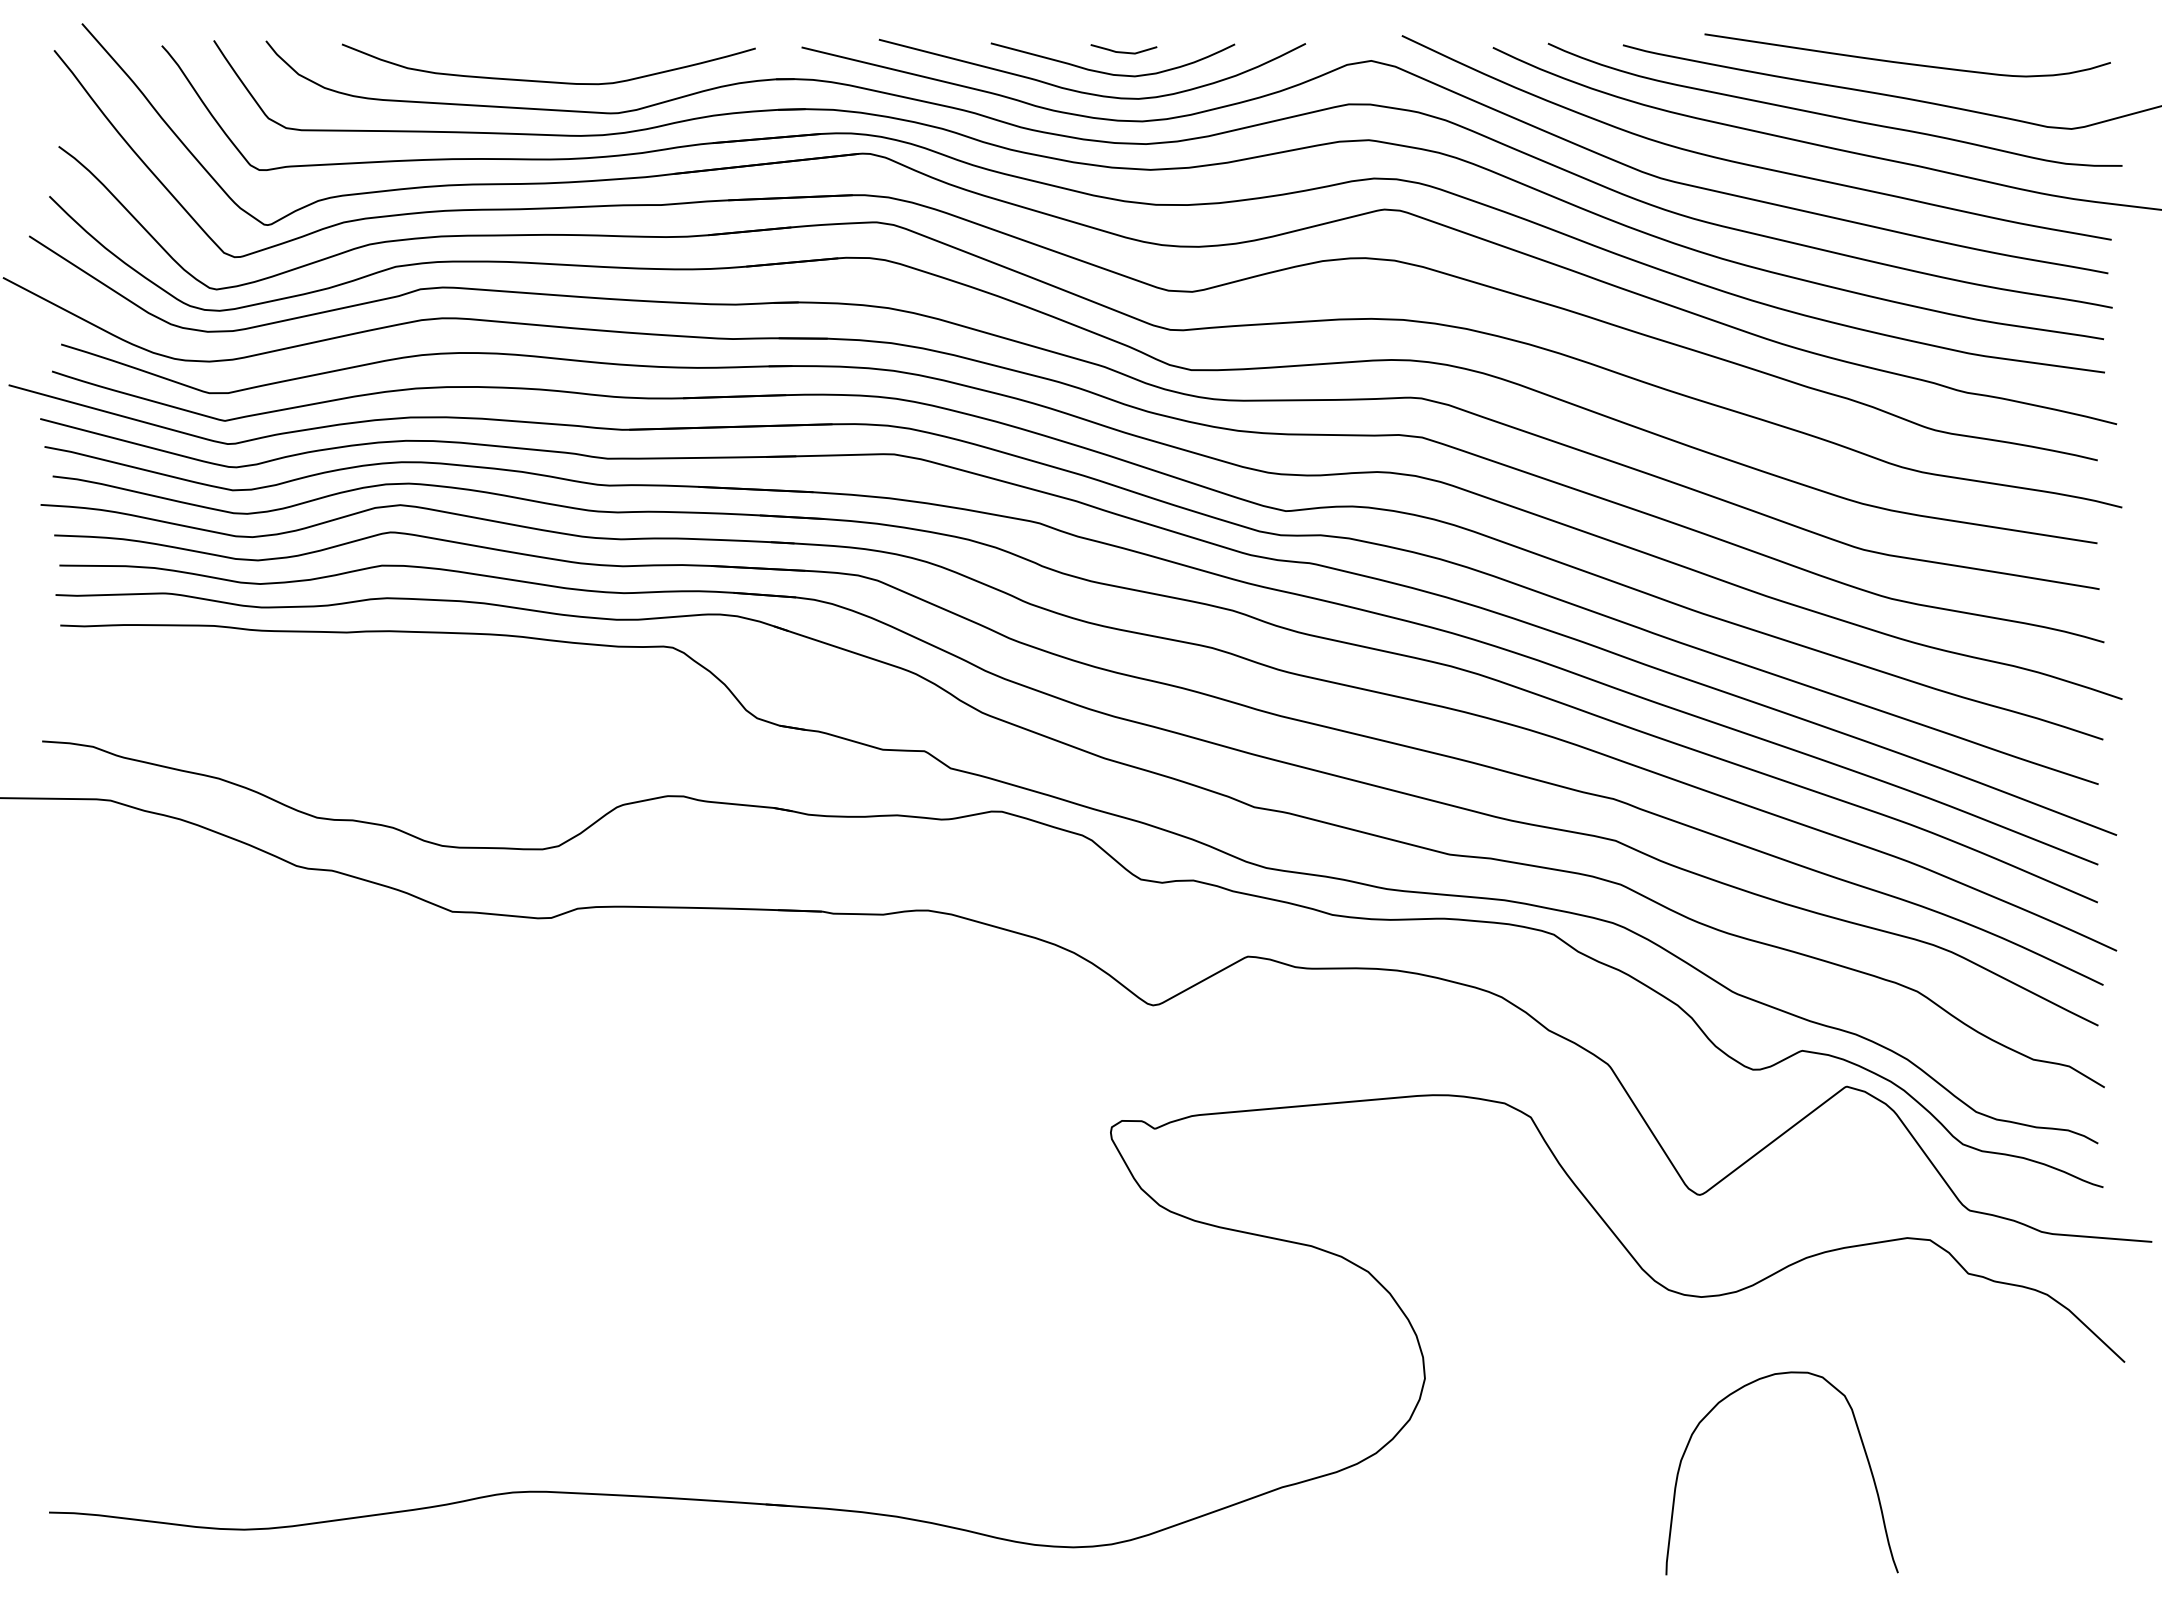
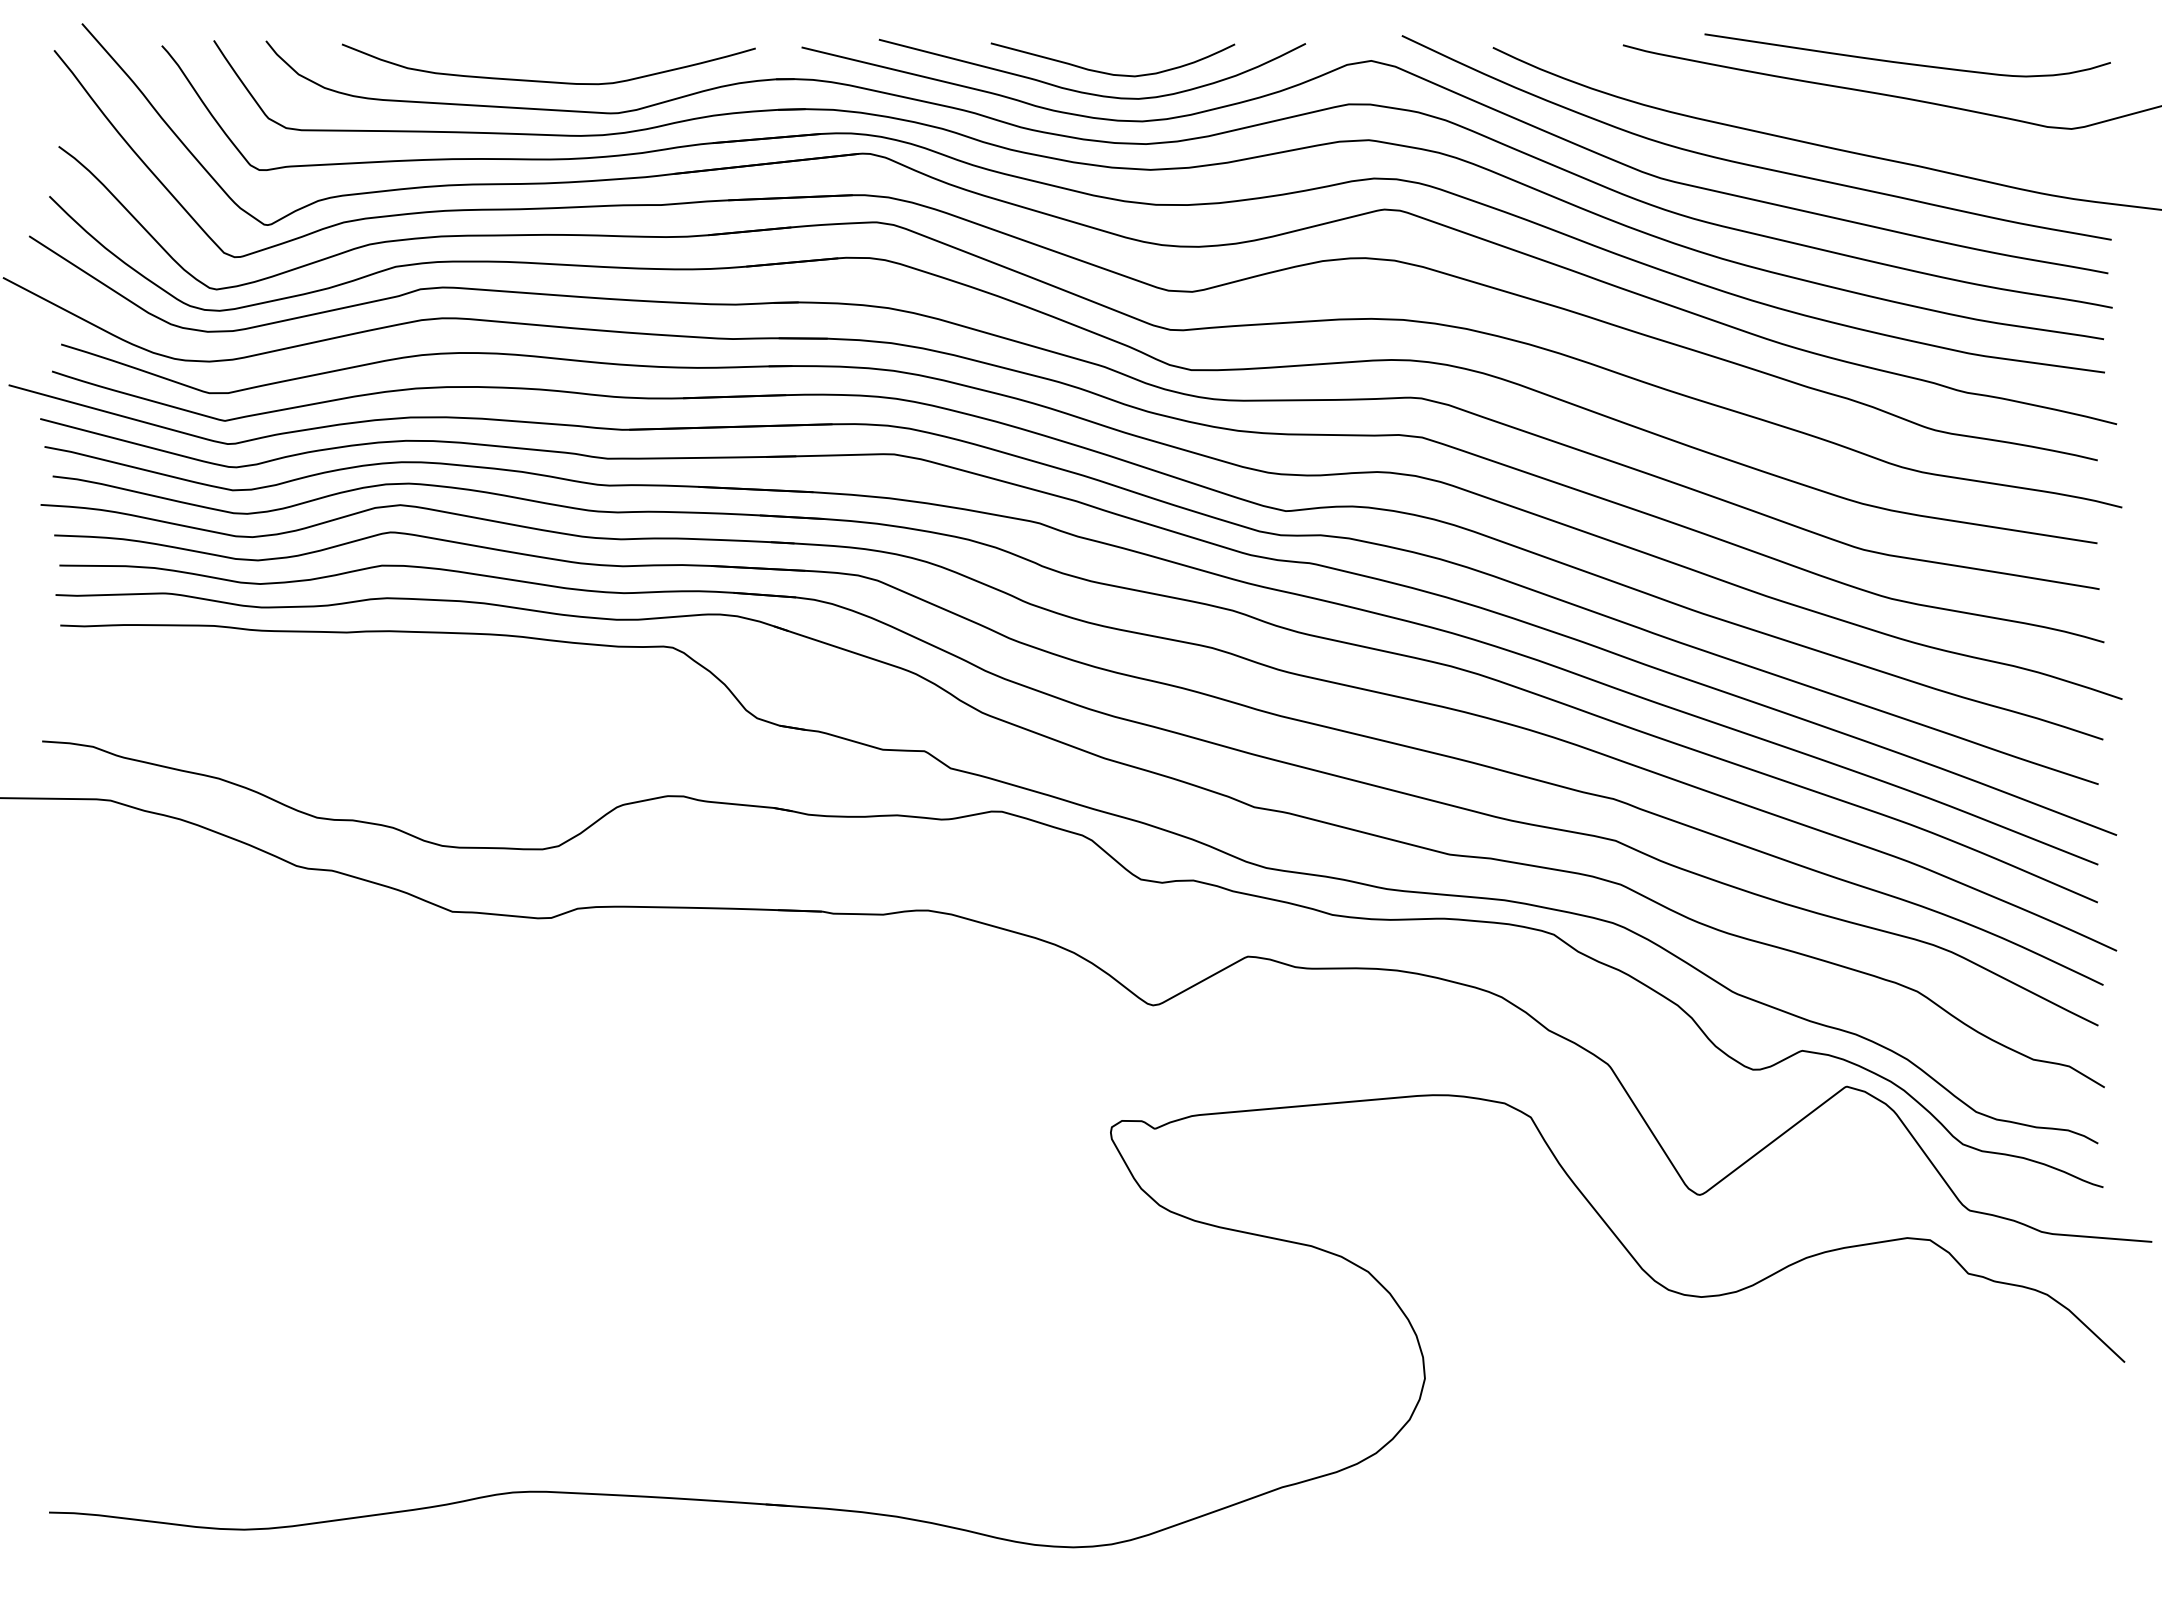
line at (1123, 51): present -> none
curve at (1833, 115): present -> none
curve at (1862, 1446): present -> none
